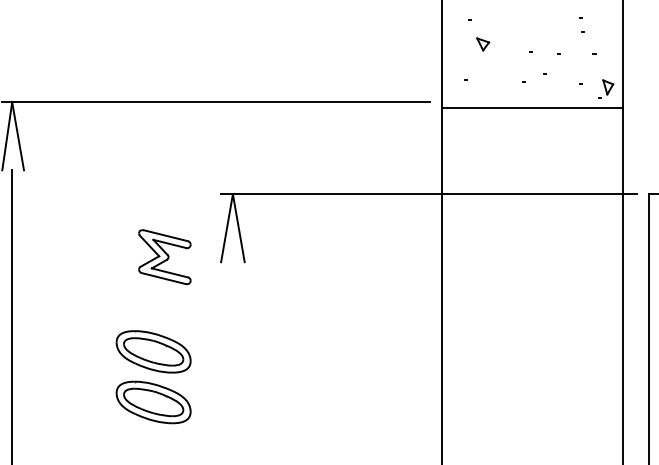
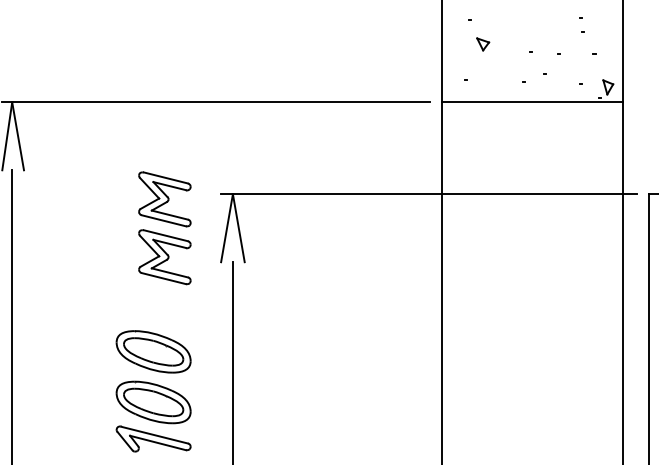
line at (532, 108) position: (532, 108) -> (532, 102)
part at (164, 199): none -> present
line at (232, 361): none -> present
part at (153, 438): none -> present
